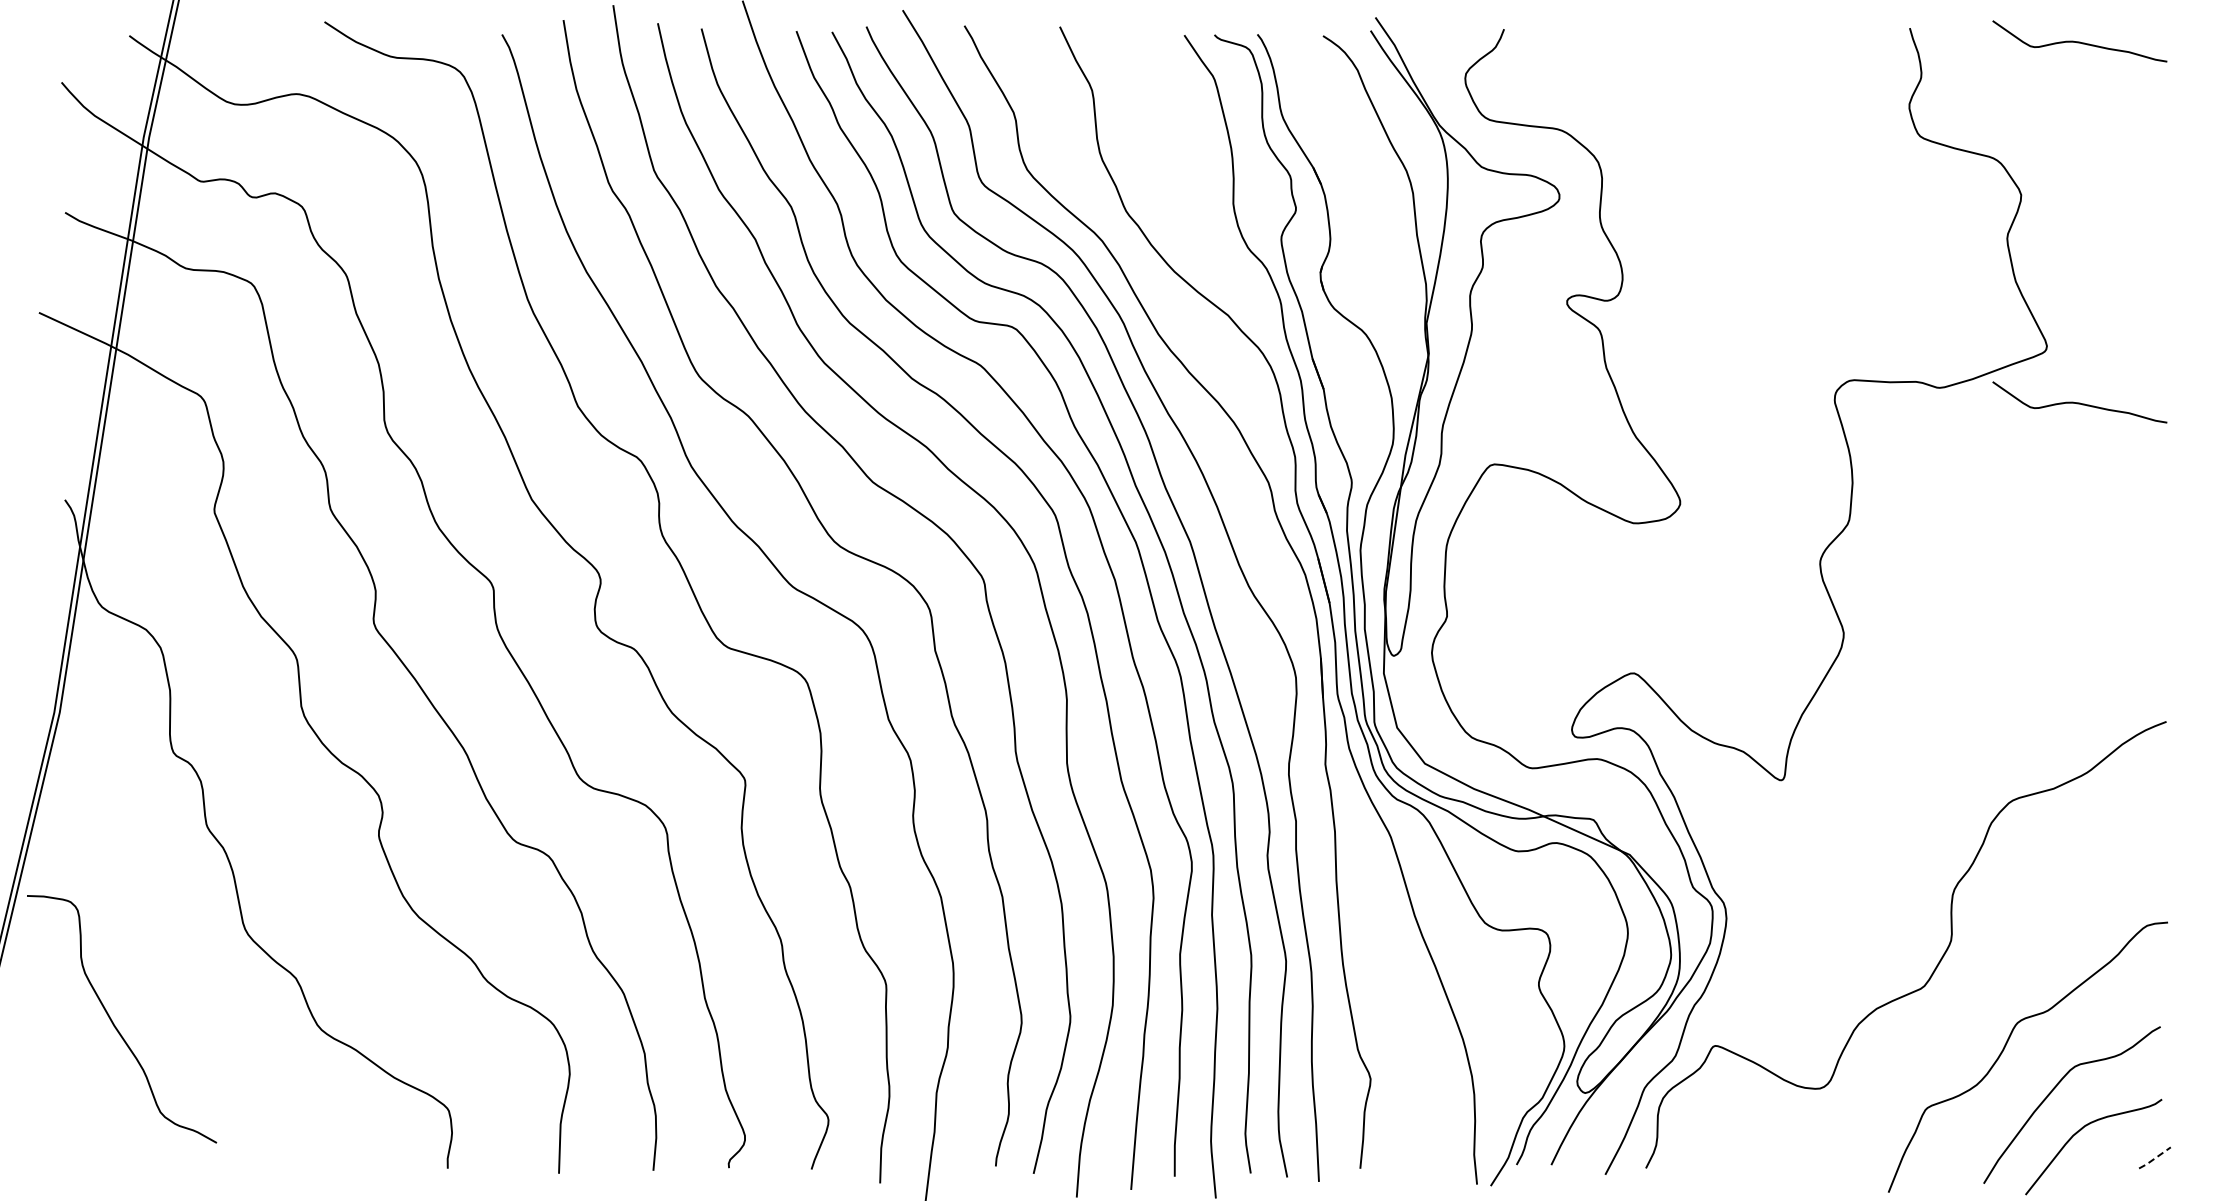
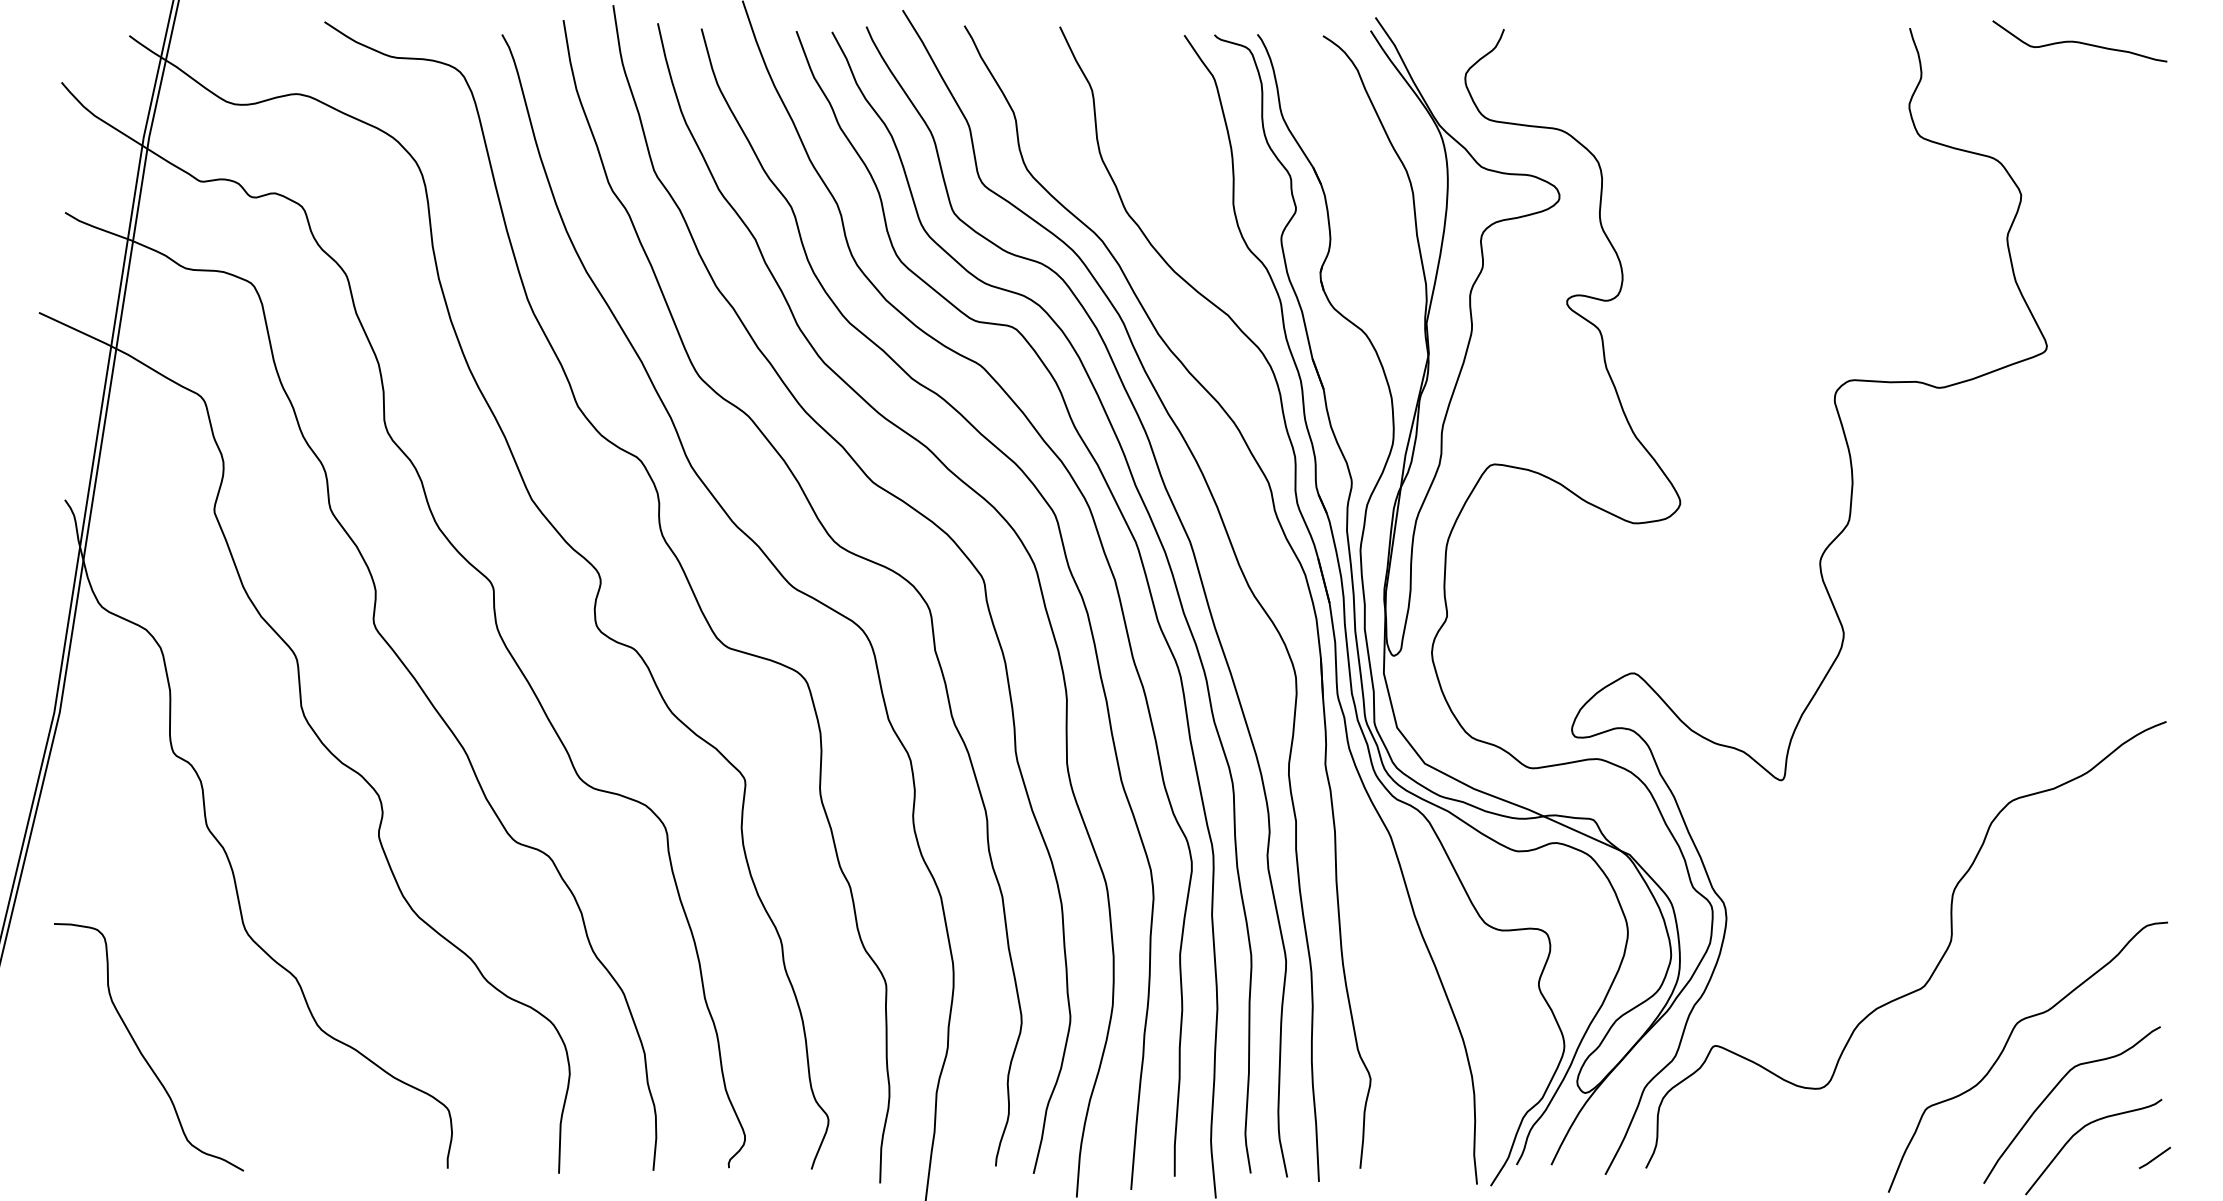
curve at (2079, 402): present -> none
curve at (114, 1023) position: (114, 1023) -> (141, 1051)
line at (2154, 1158): dashed -> solid
